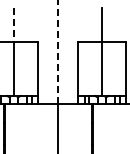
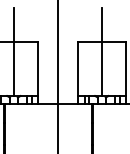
line at (13, 24): dashed -> solid
line at (57, 51): dashed -> solid
